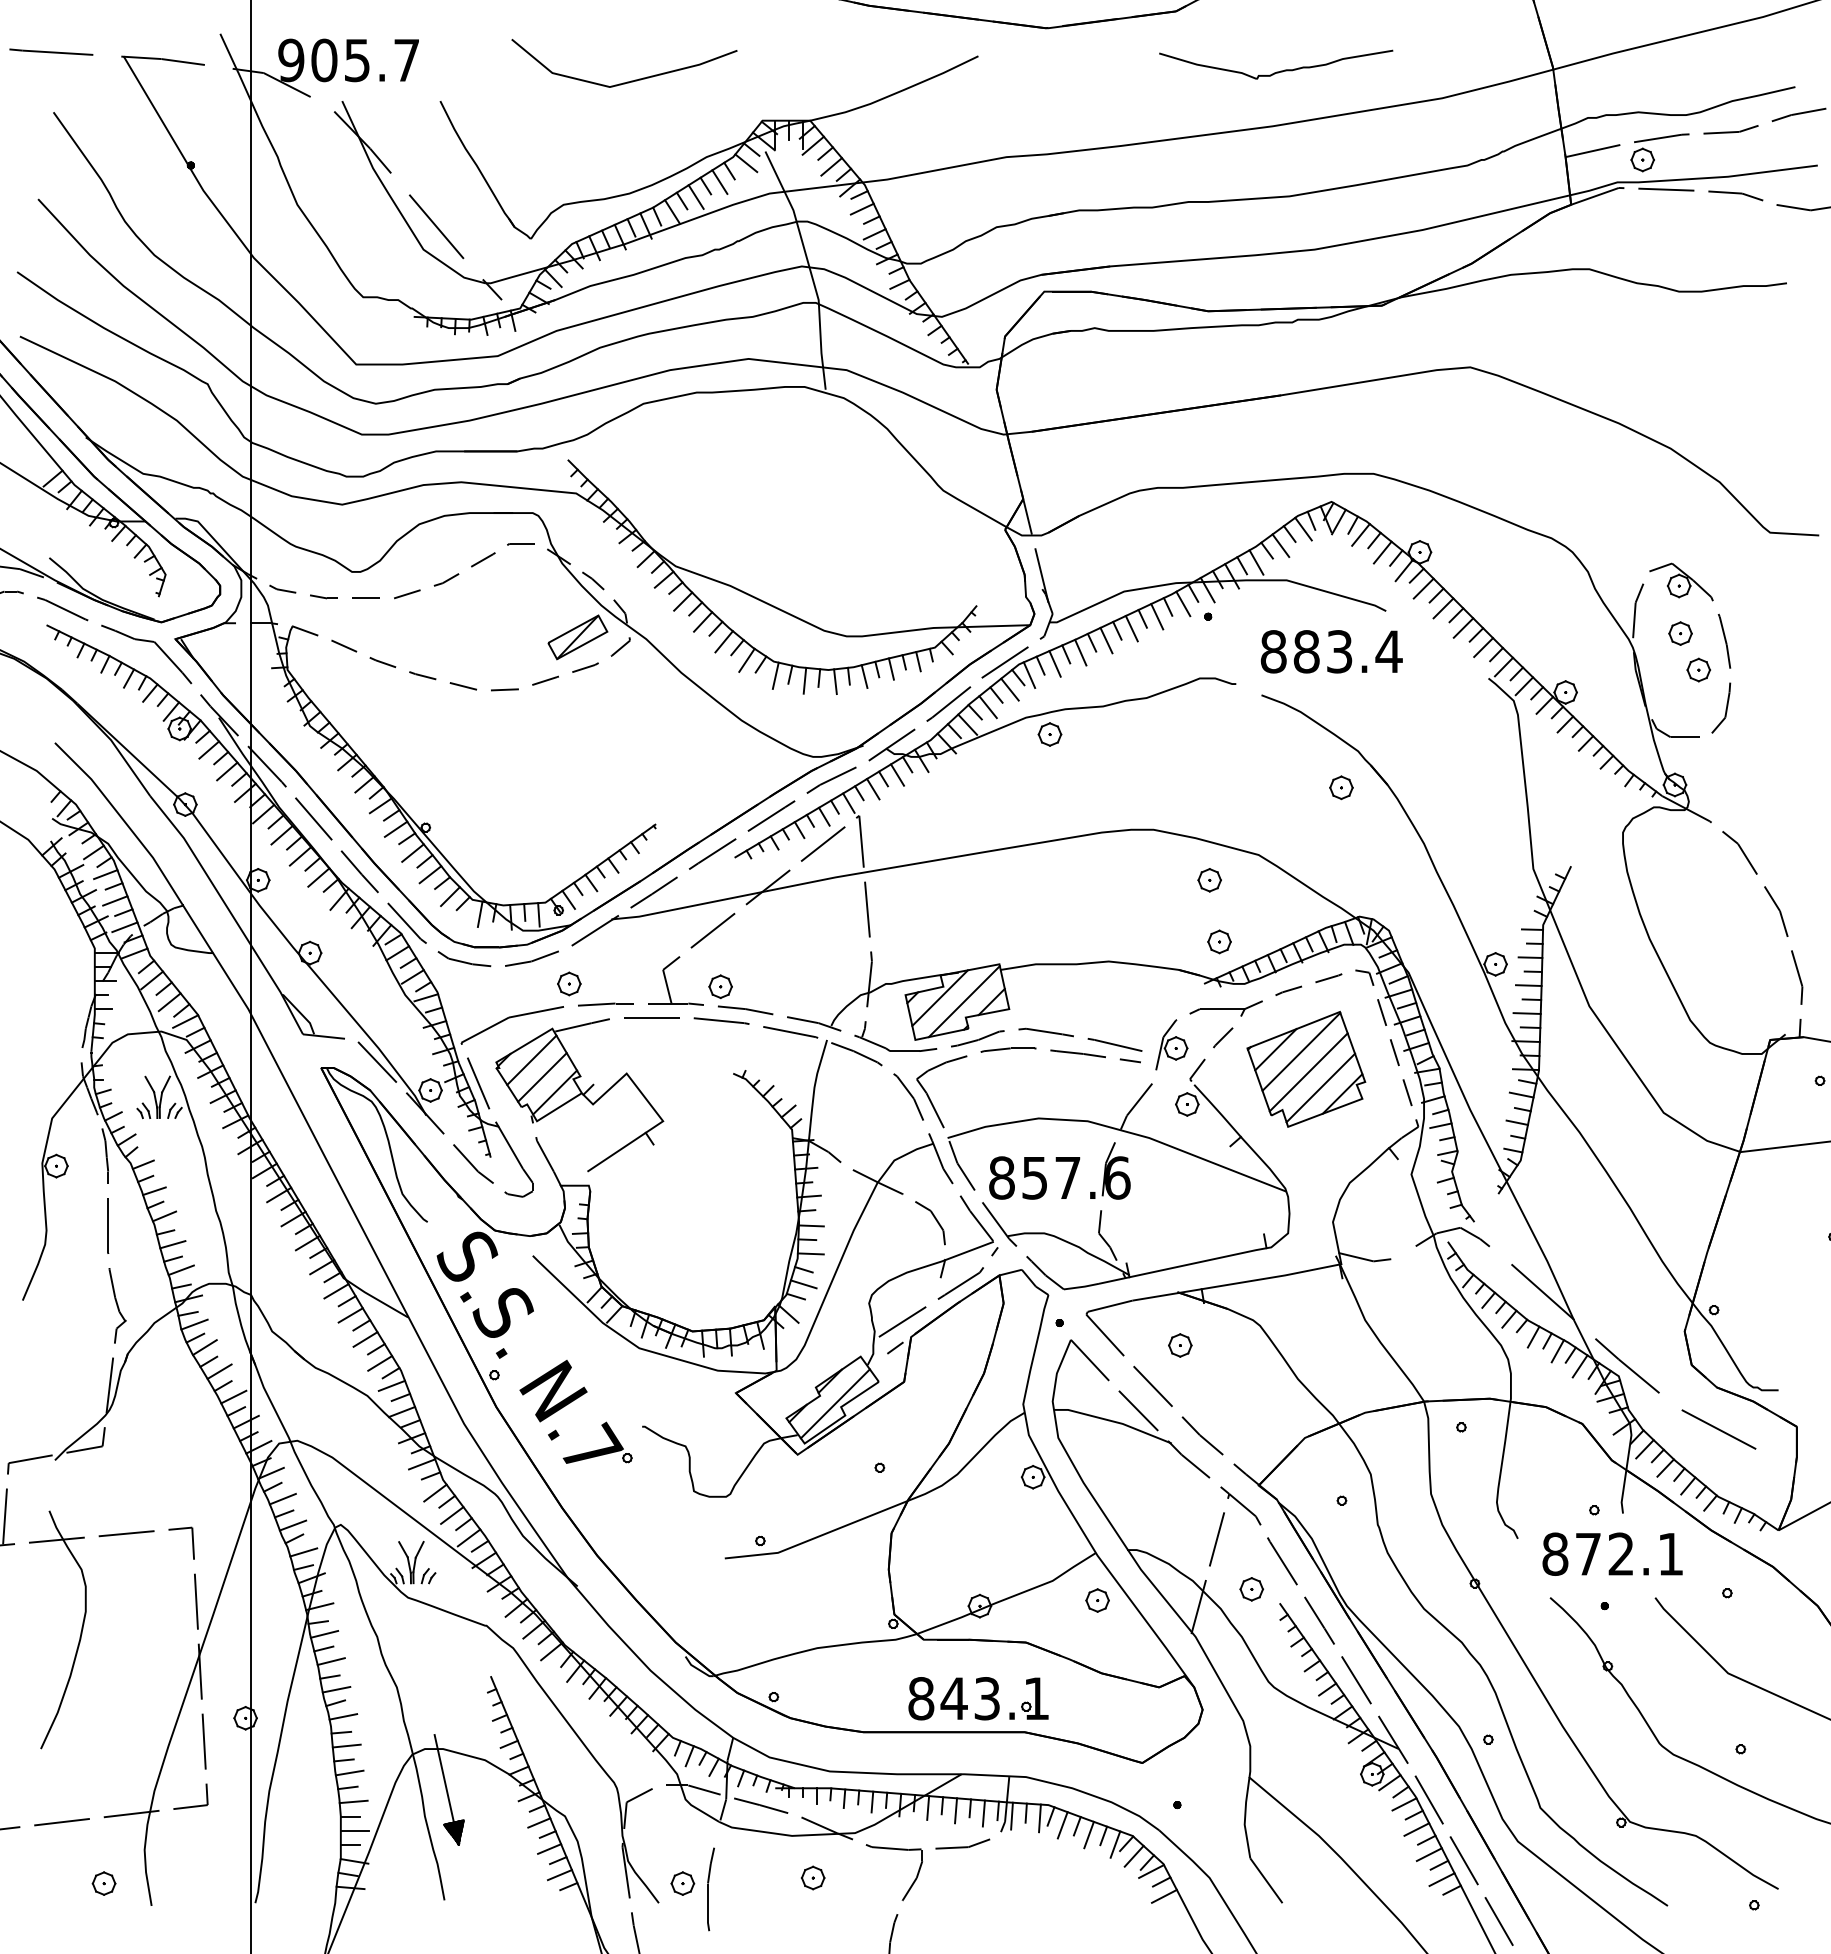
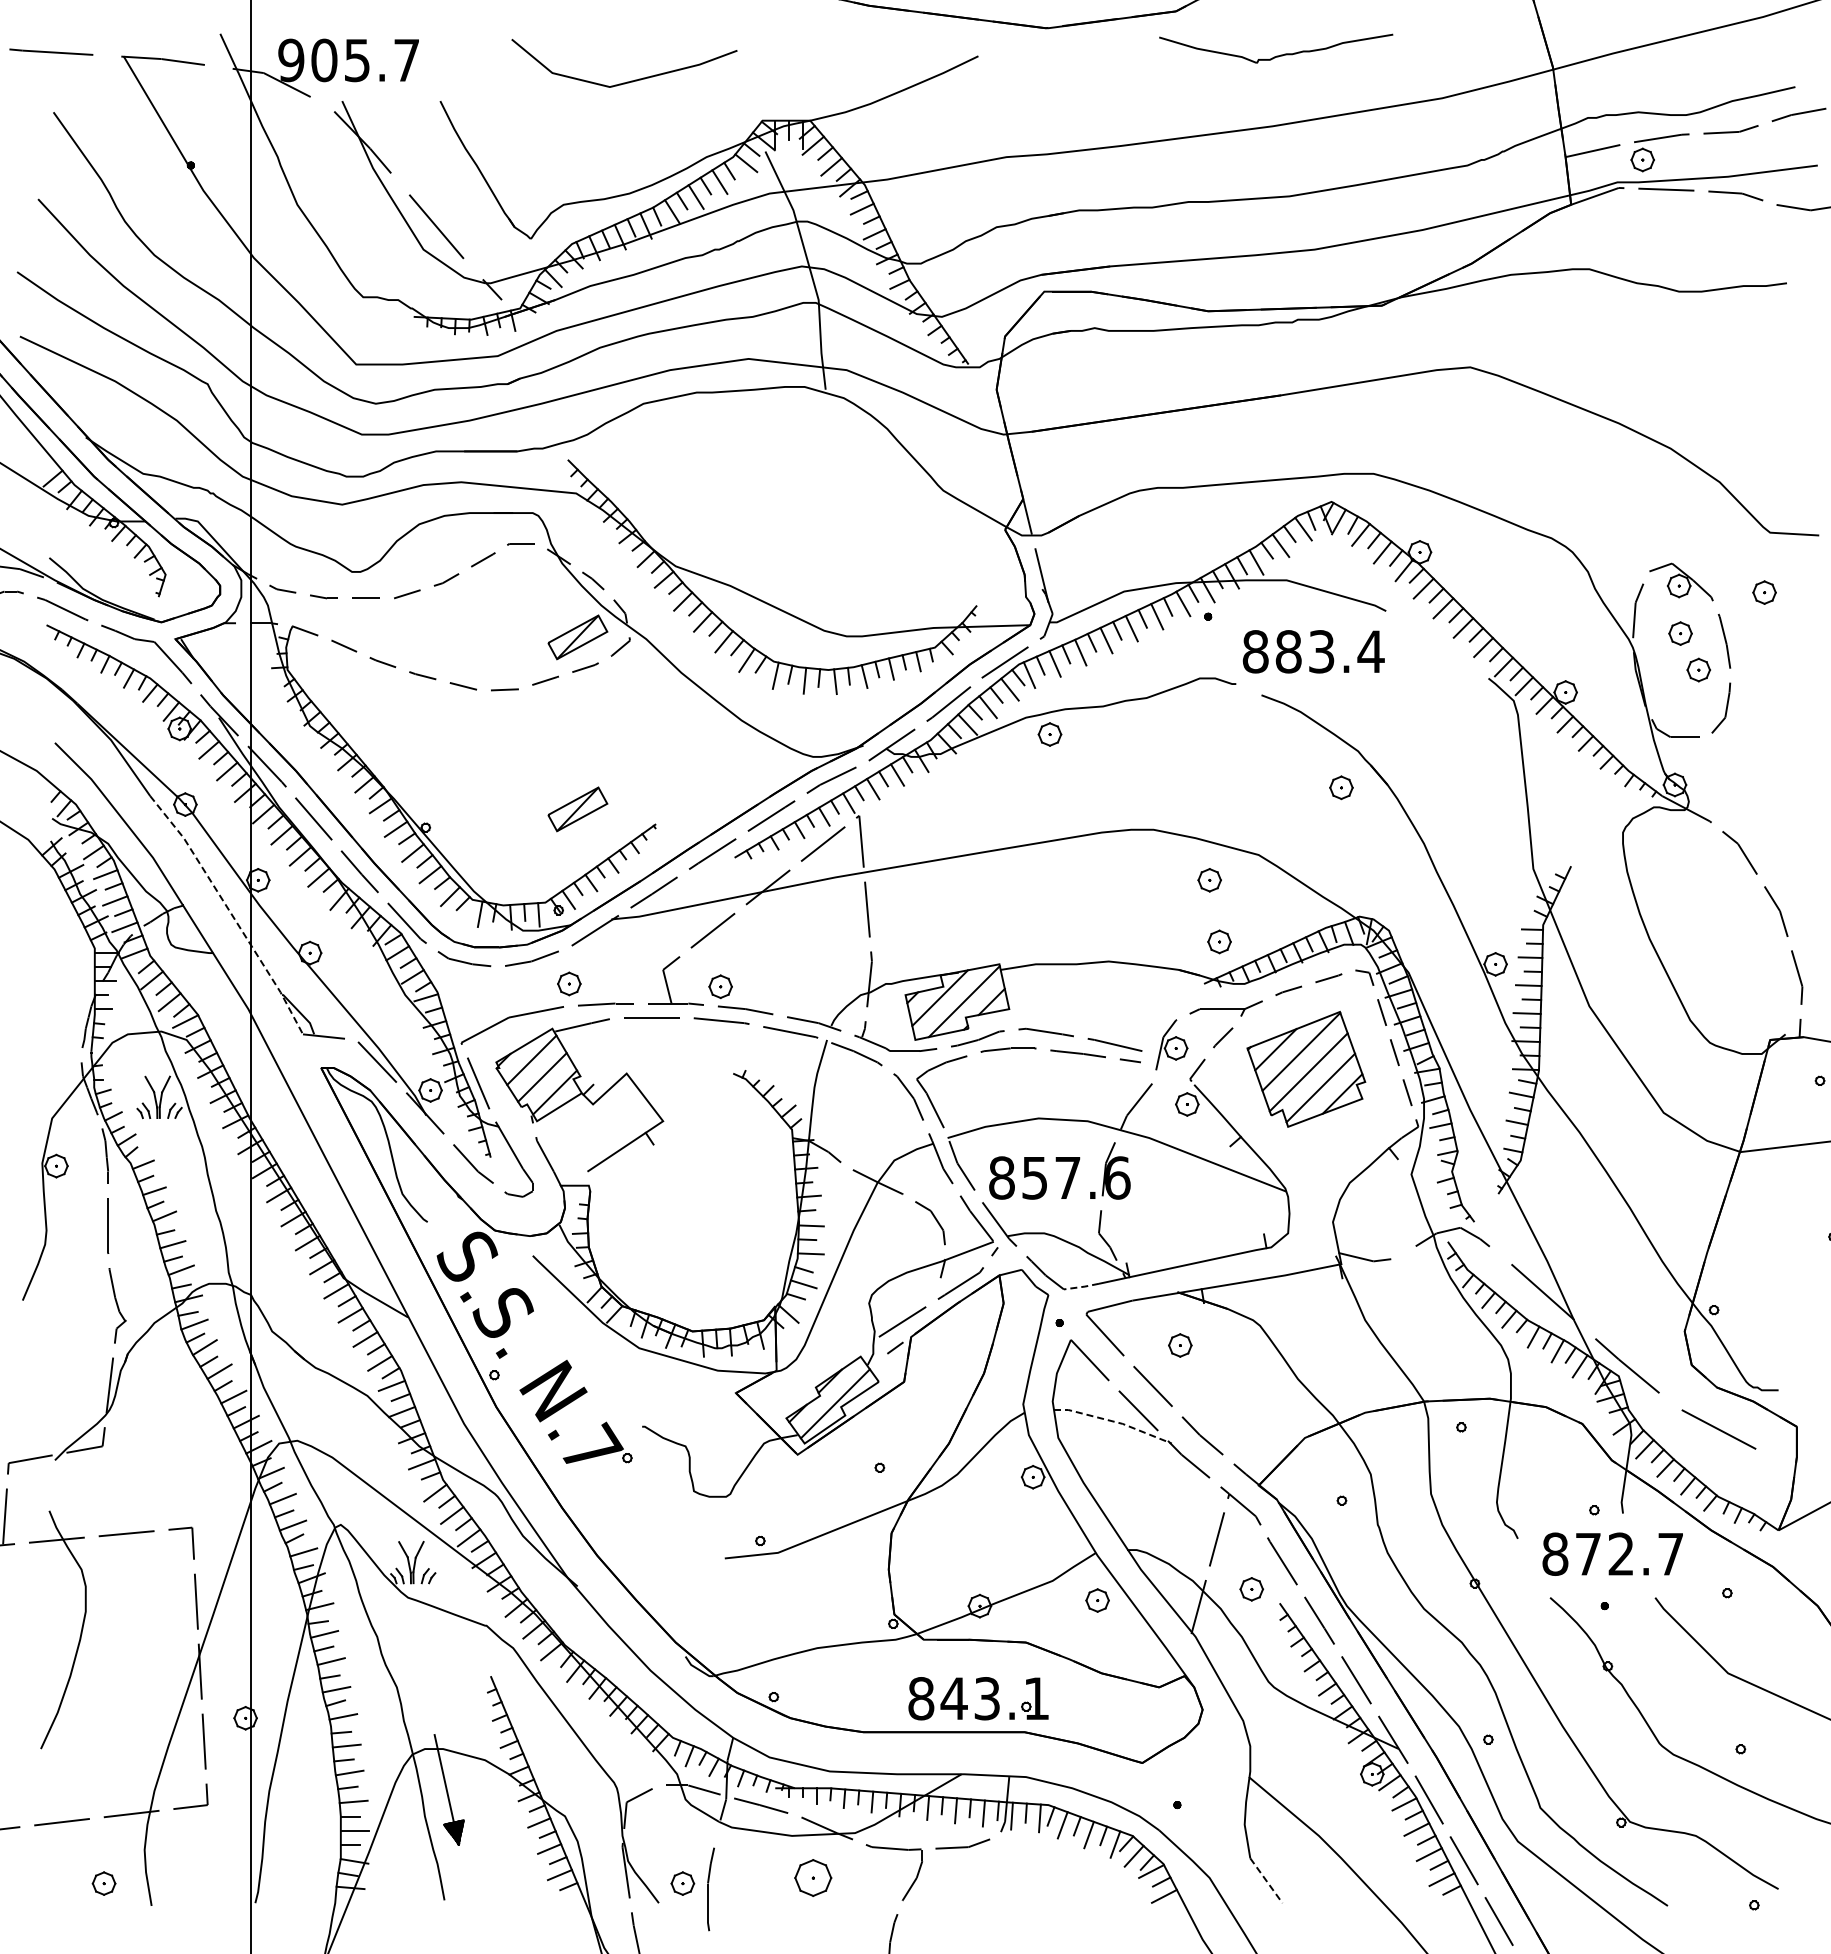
curve at (1276, 71) position: (1276, 71) -> (1276, 55)
part at (1764, 592): none -> present
text at (1331, 651) position: (1331, 651) -> (1313, 651)
part at (577, 809): none -> present
line at (230, 912): solid -> dashed
line at (1082, 1286): solid -> dashed
line at (1114, 1421): solid -> dashed
text at (1670, 1554): 872.1 -> 872.7
part at (812, 1877) size: 26x26 px -> 39x38 px
line at (1266, 1880): solid -> dashed
